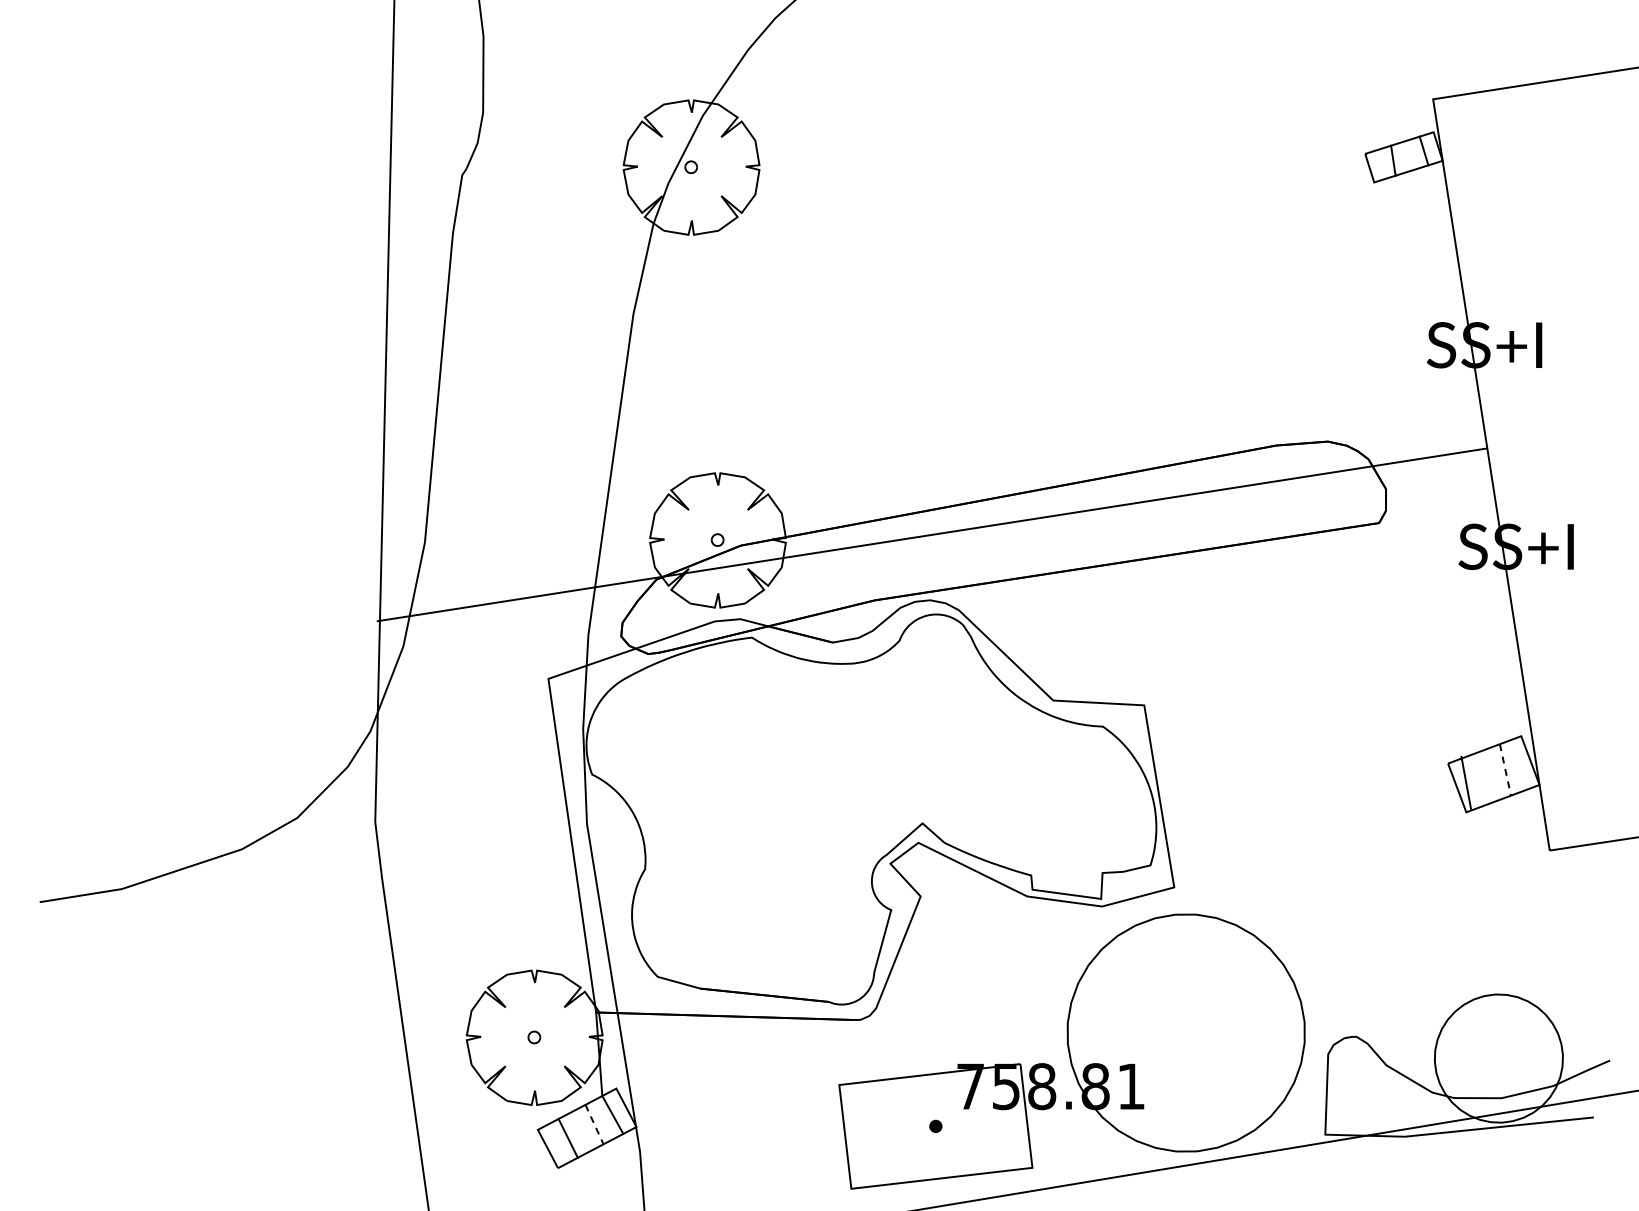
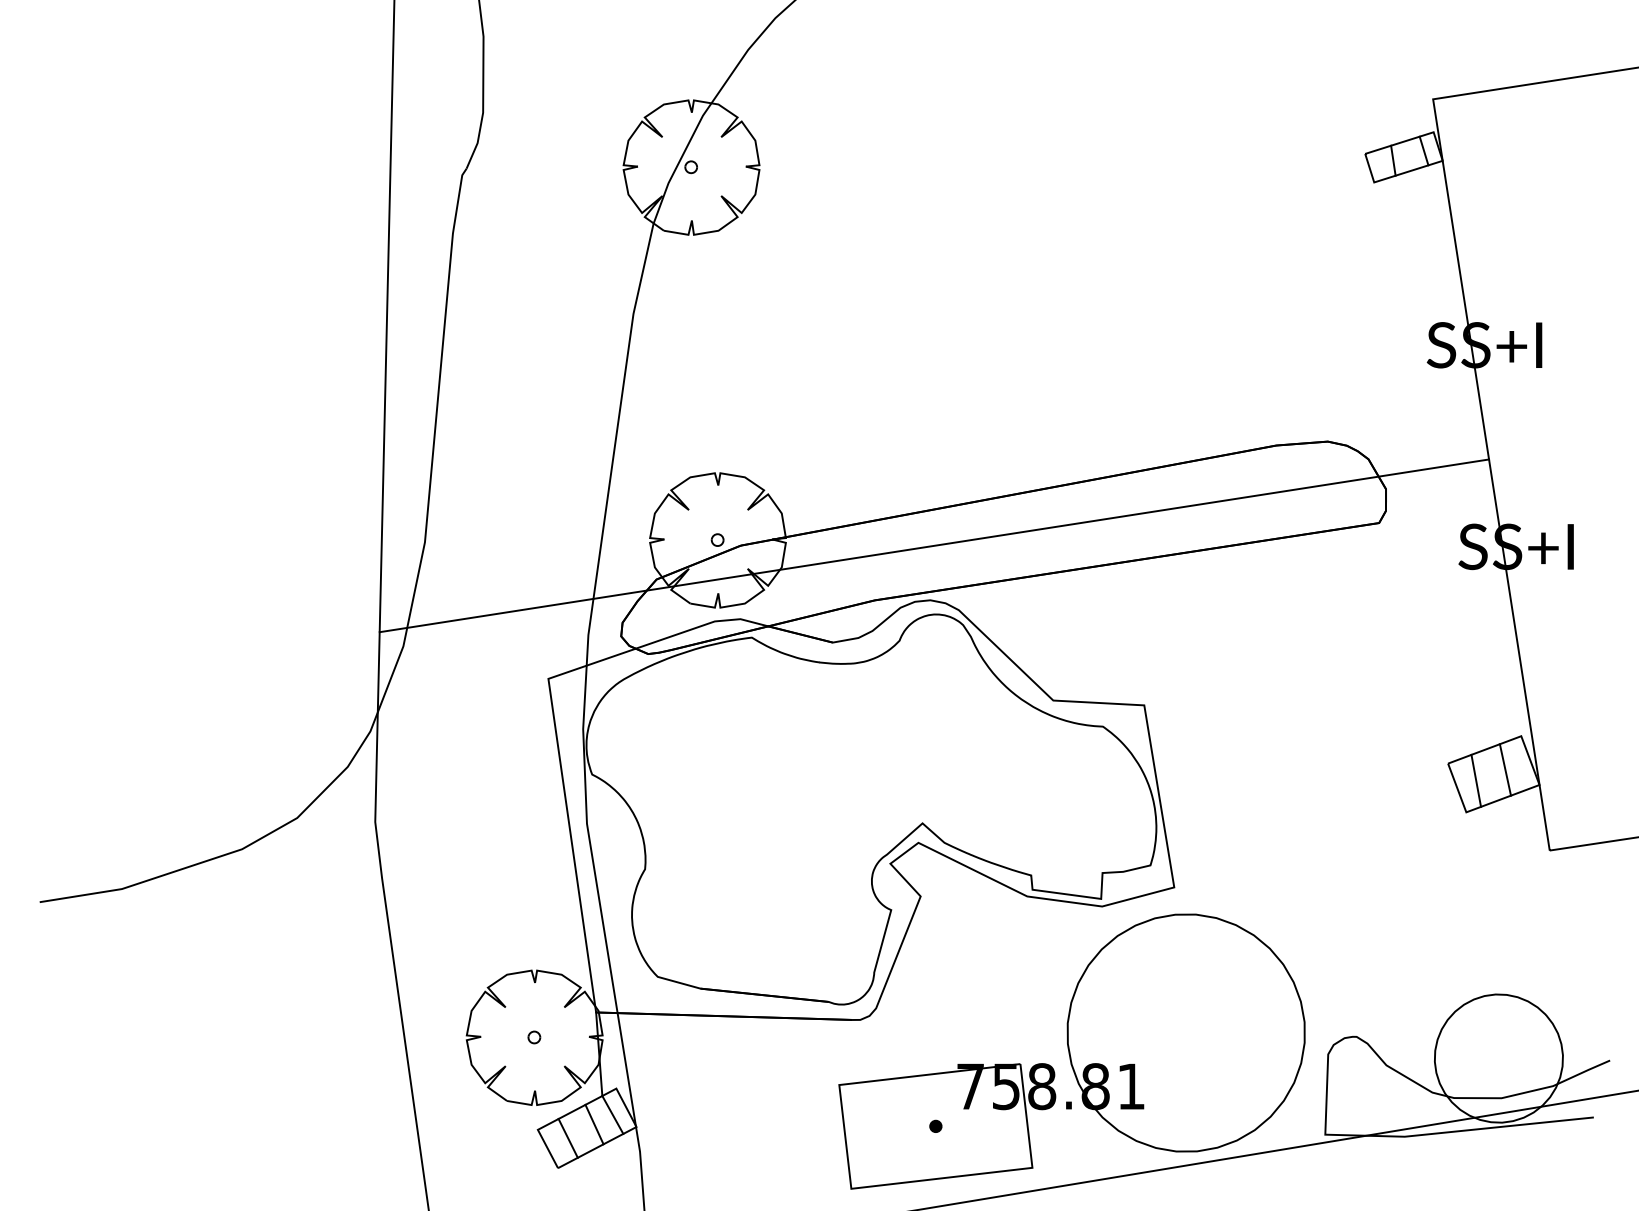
line at (932, 534) position: (932, 534) -> (934, 545)
line at (1505, 770): dashed -> solid
line at (1466, 782) position: (1466, 782) -> (1476, 780)
line at (594, 1124): dashed -> solid
